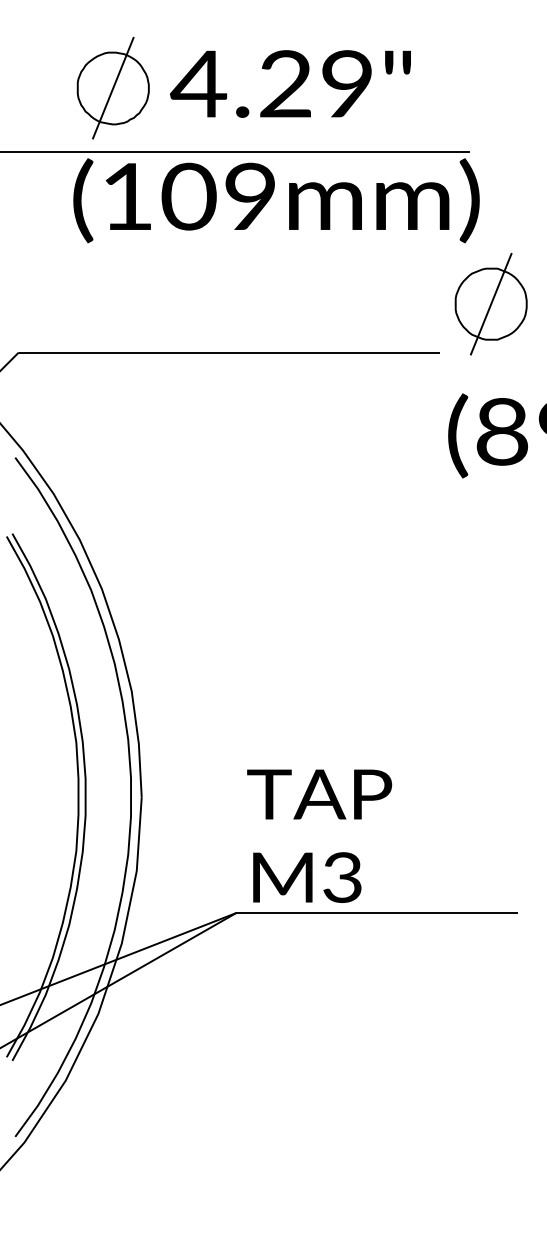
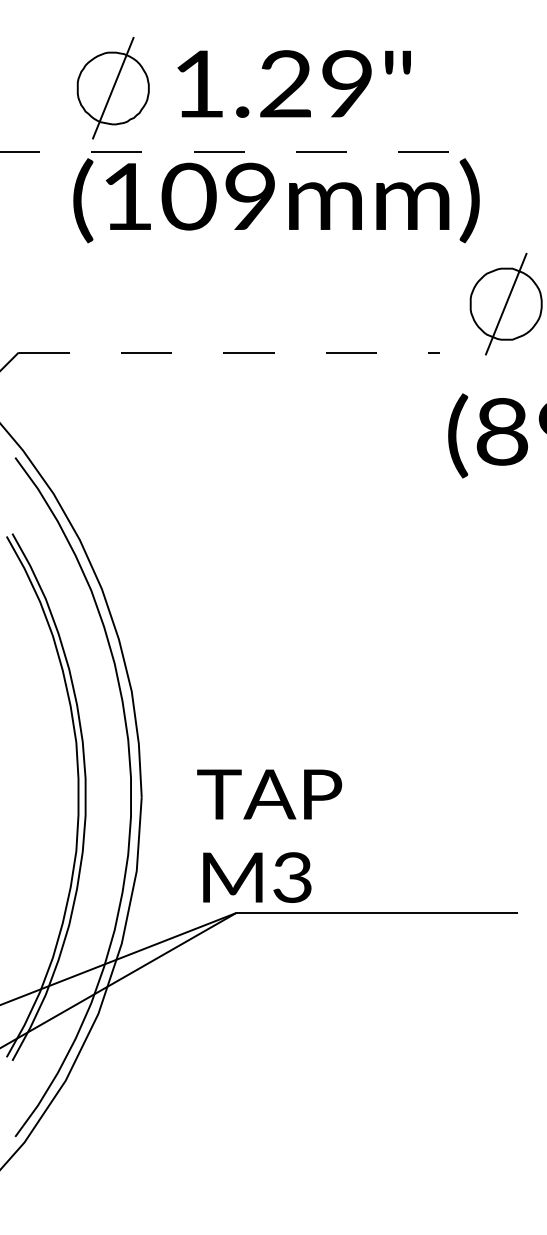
text at (198, 83): 4.29" -> 1.29"
line at (235, 152): solid -> dashed
part at (490, 303) position: (490, 303) -> (505, 303)
line at (229, 352): solid -> dashed
text at (319, 835) position: (319, 835) -> (269, 835)
